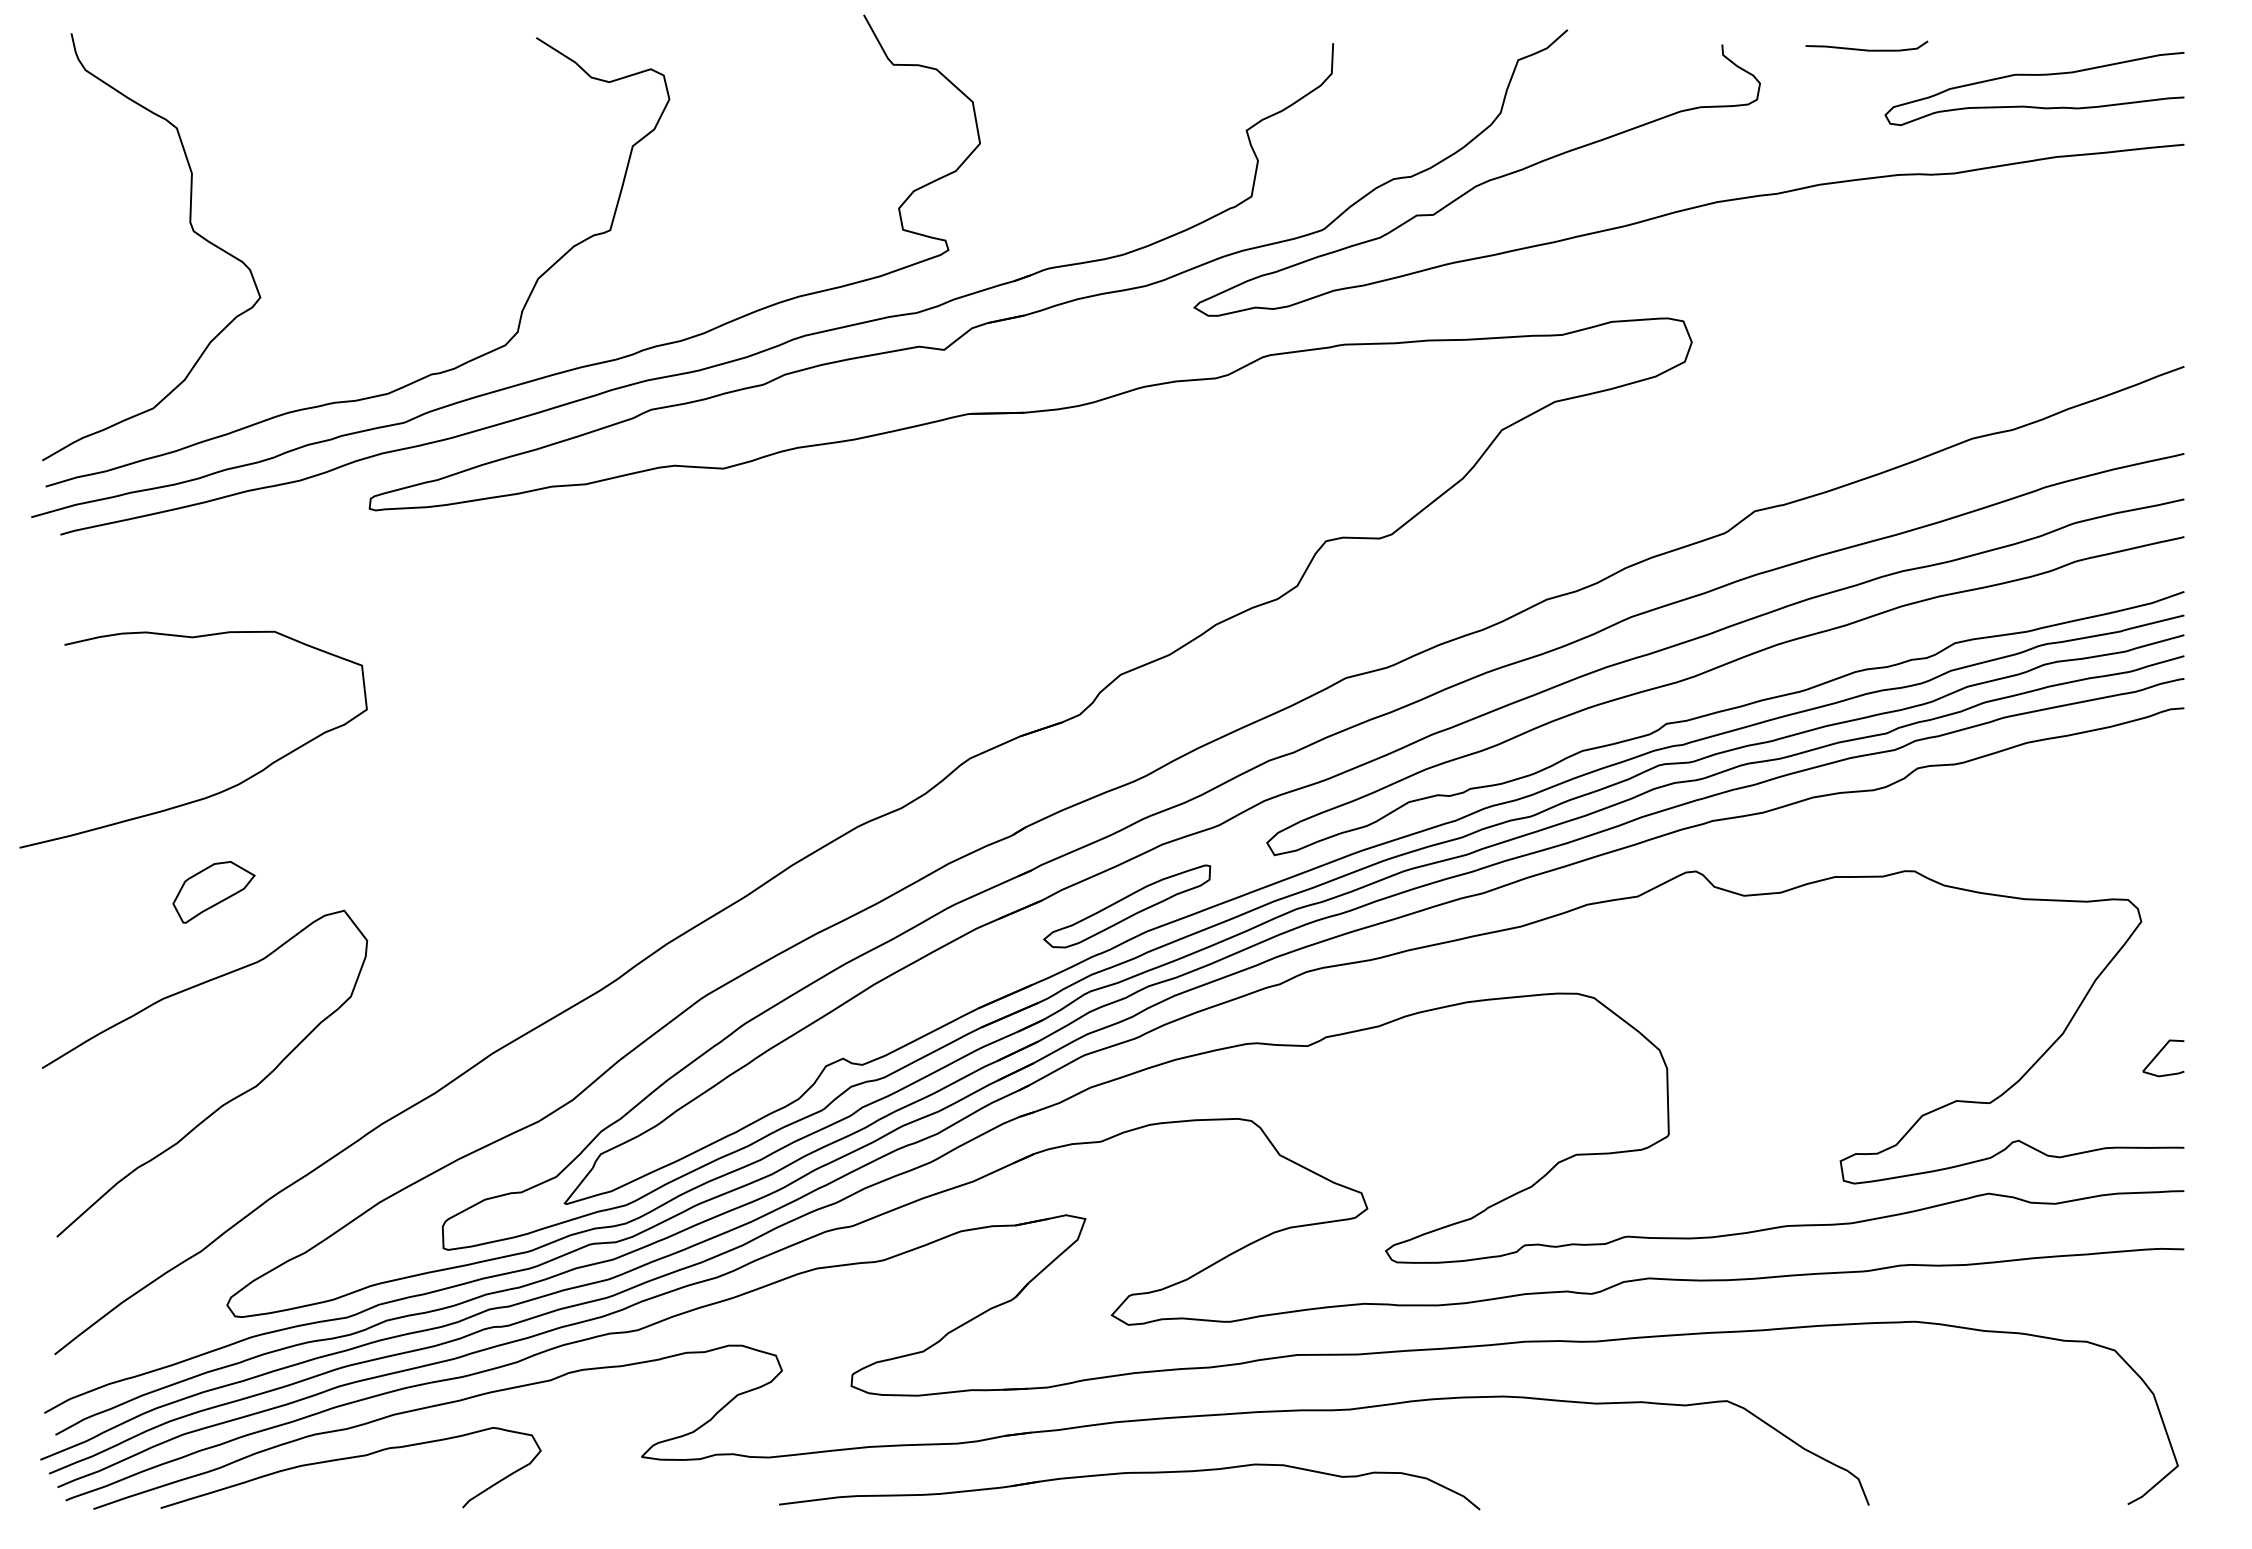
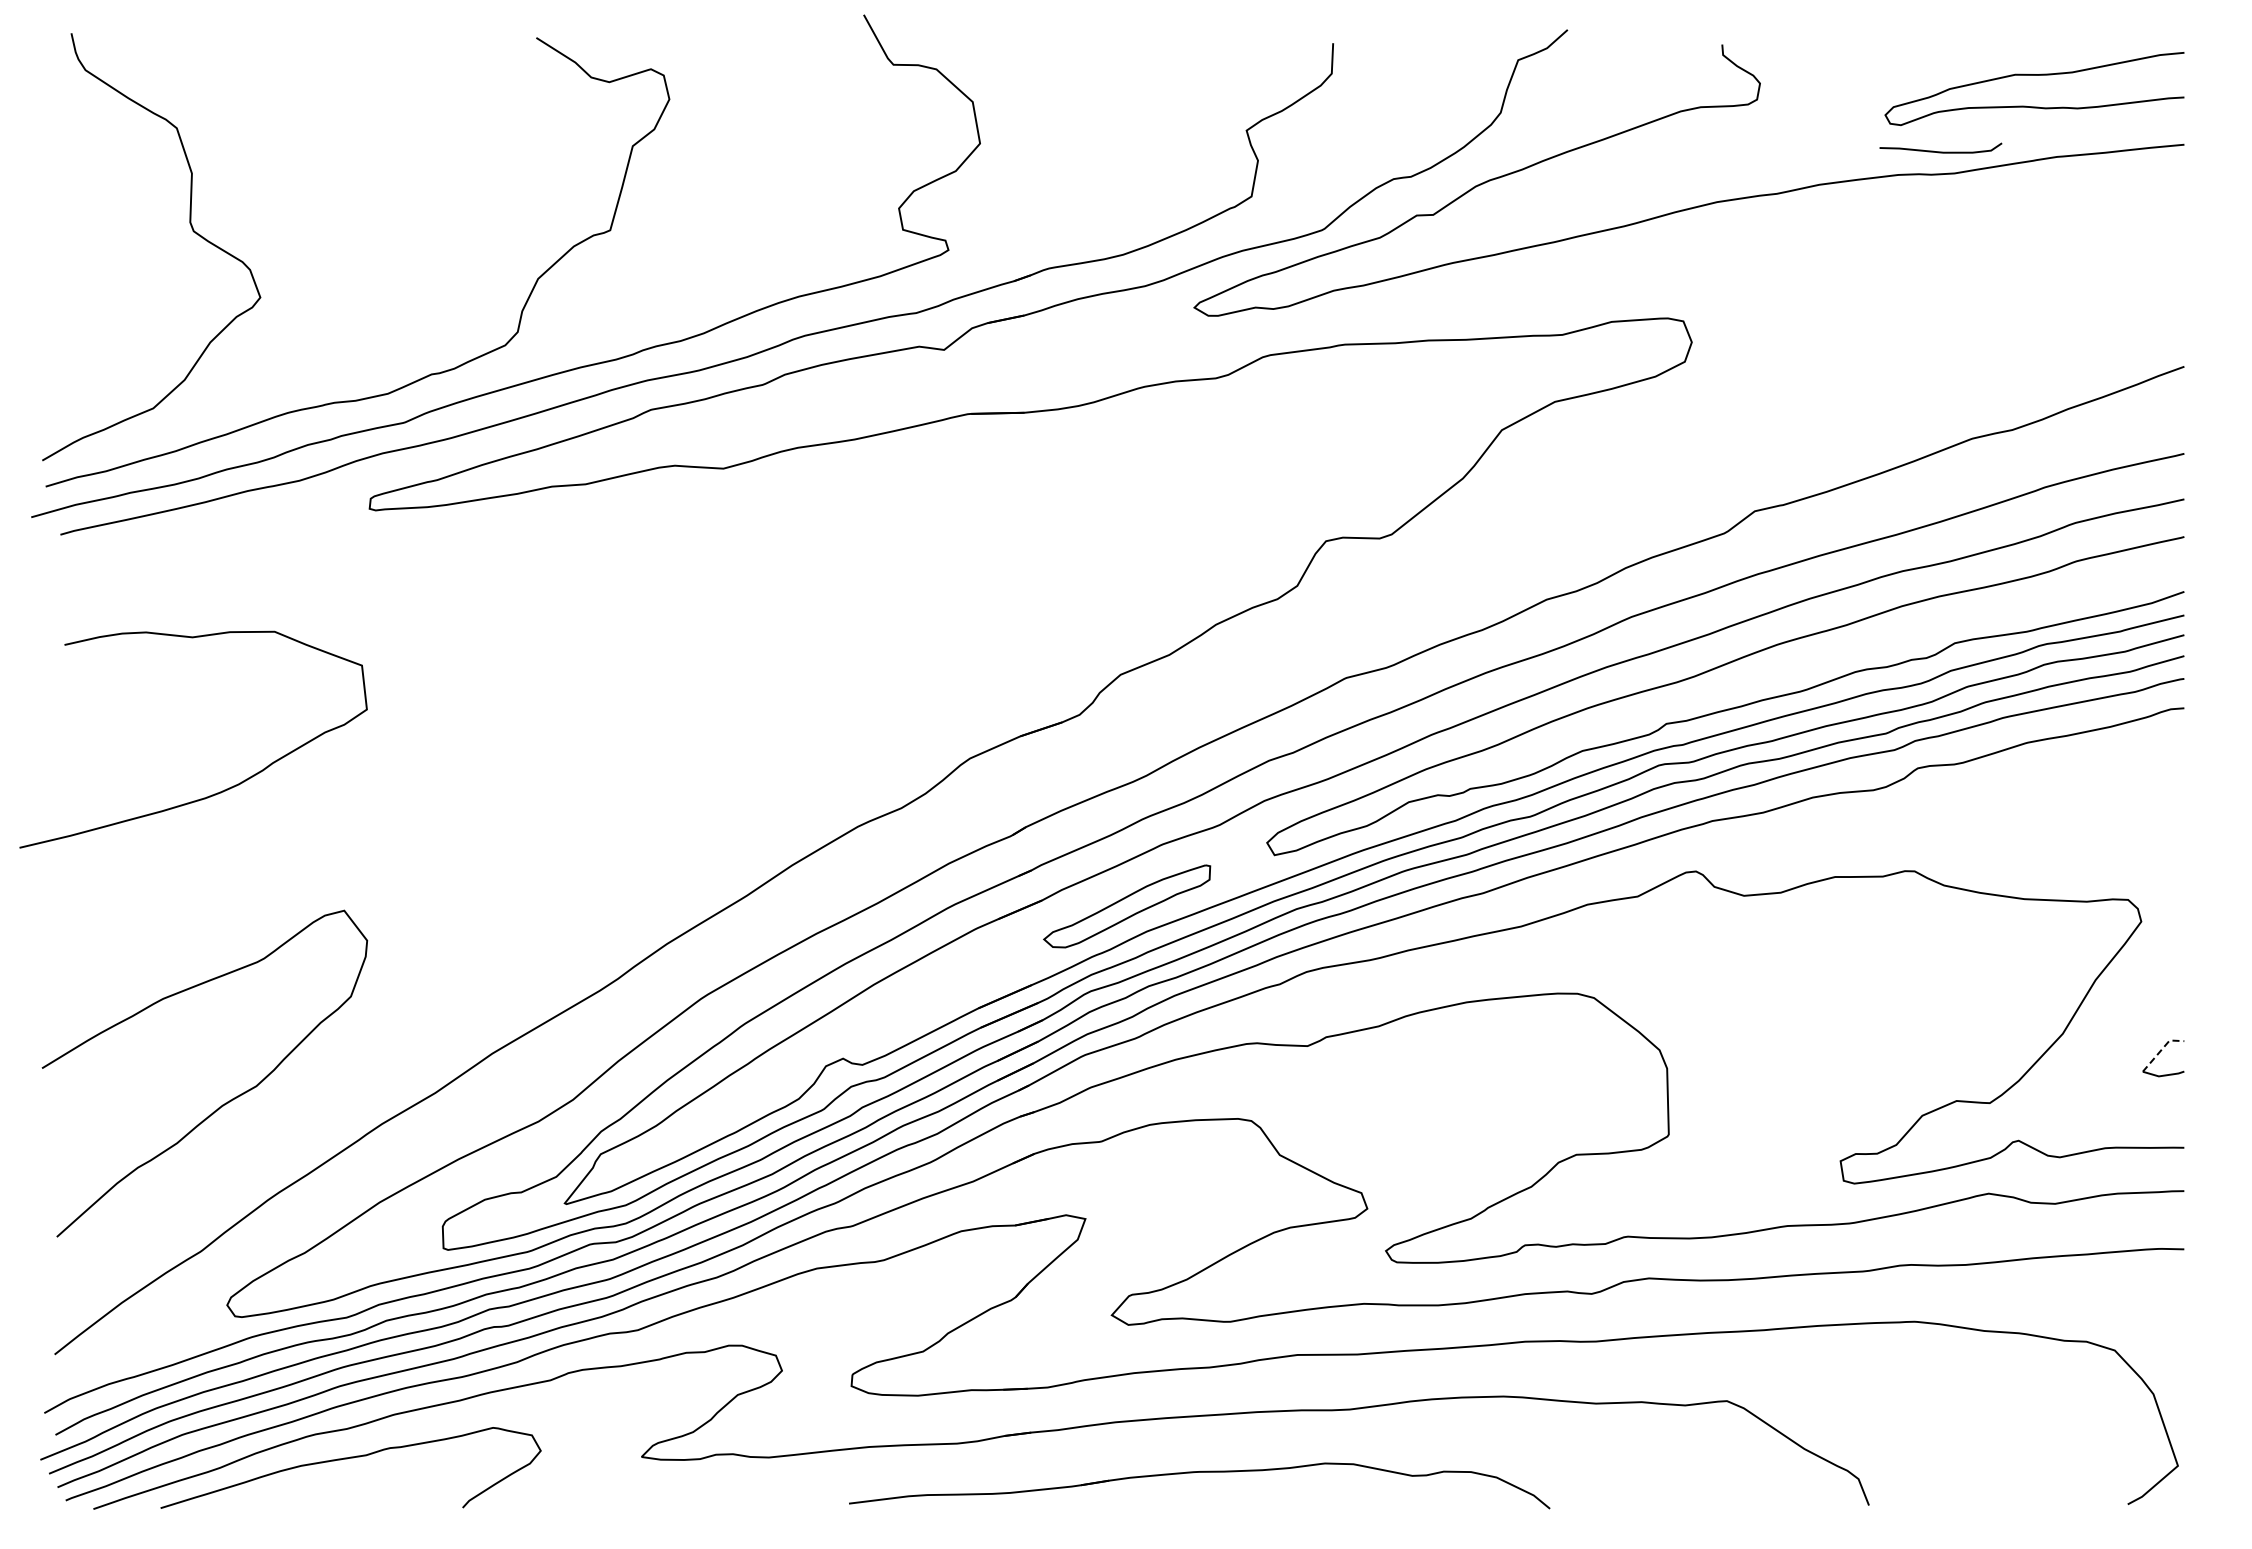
curve at (1866, 49) position: (1866, 49) -> (1940, 151)
part at (213, 892): present -> none
line at (2161, 1050): solid -> dashed
part at (1129, 1473) position: (1129, 1473) -> (1199, 1472)
